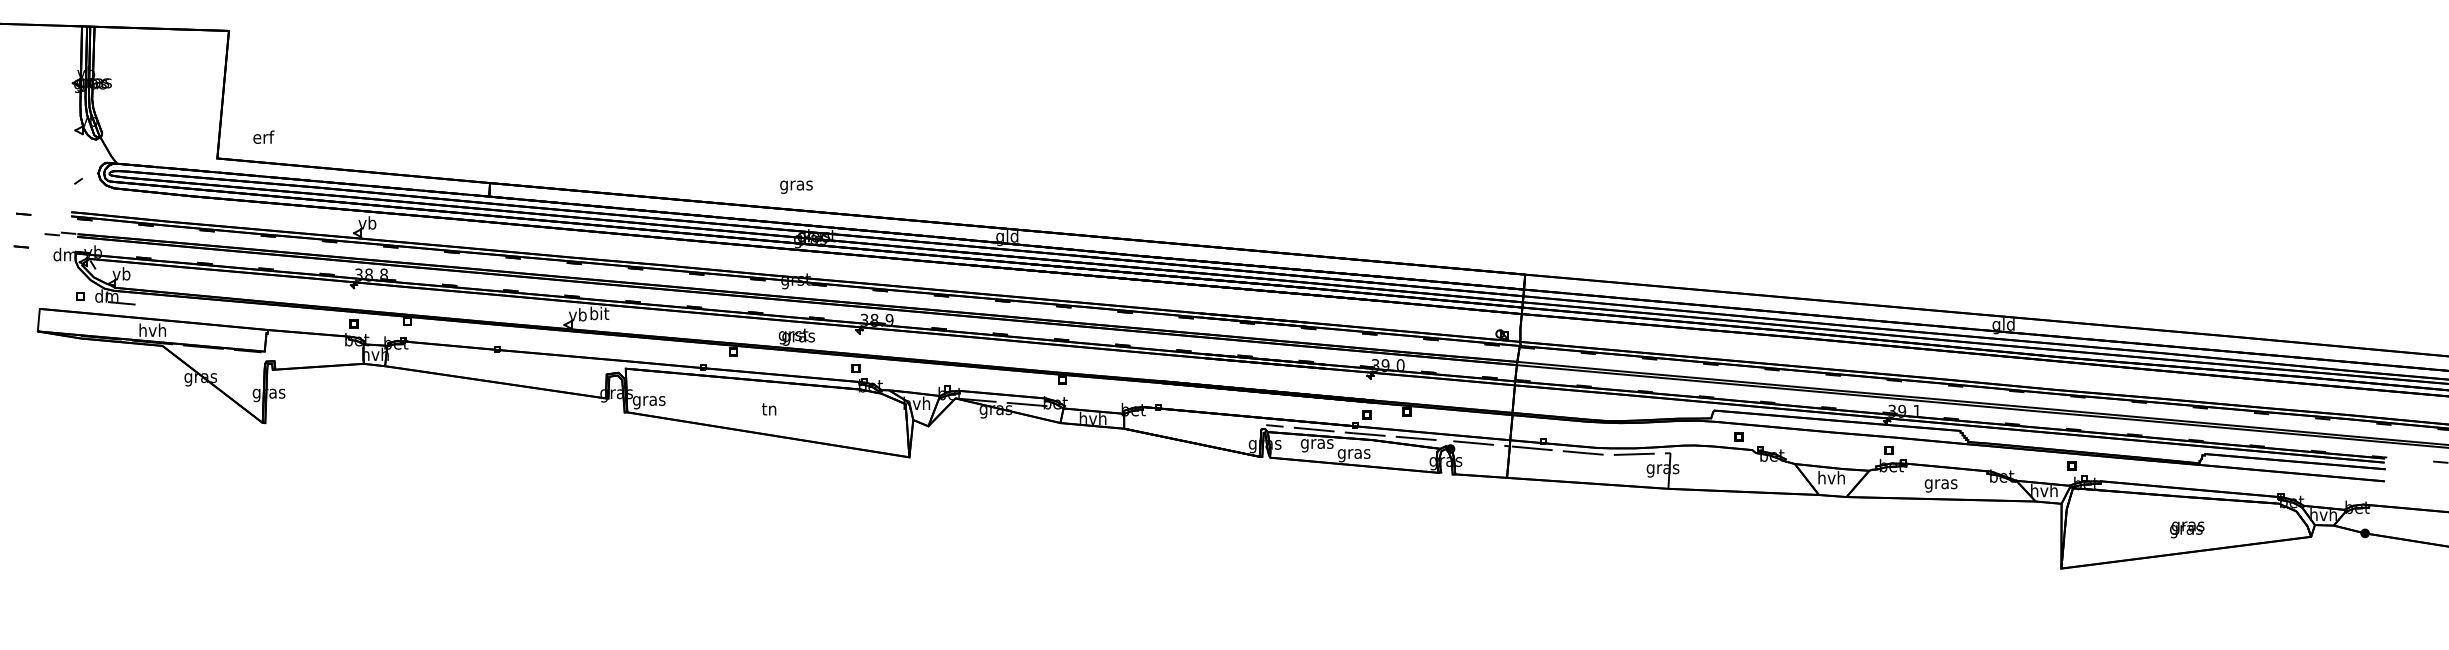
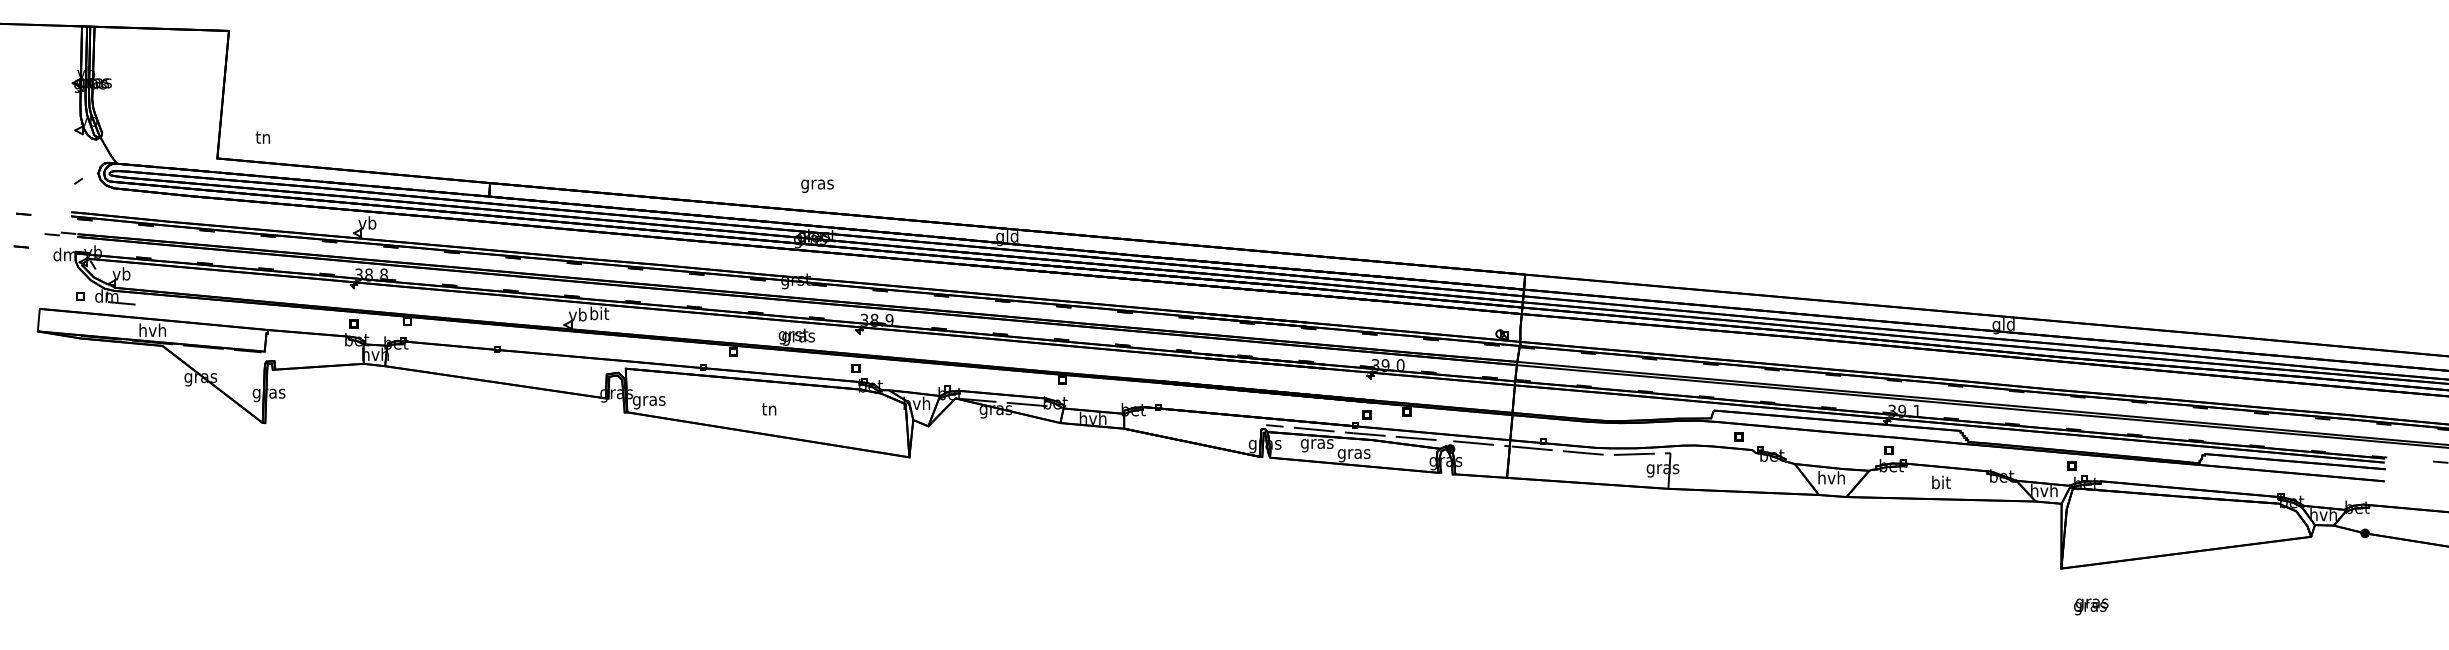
text at (263, 136): erf -> tn
text at (796, 186) position: (796, 186) -> (817, 185)
text at (1940, 483): gras -> bit
text at (2187, 529) position: (2187, 529) -> (2091, 606)
